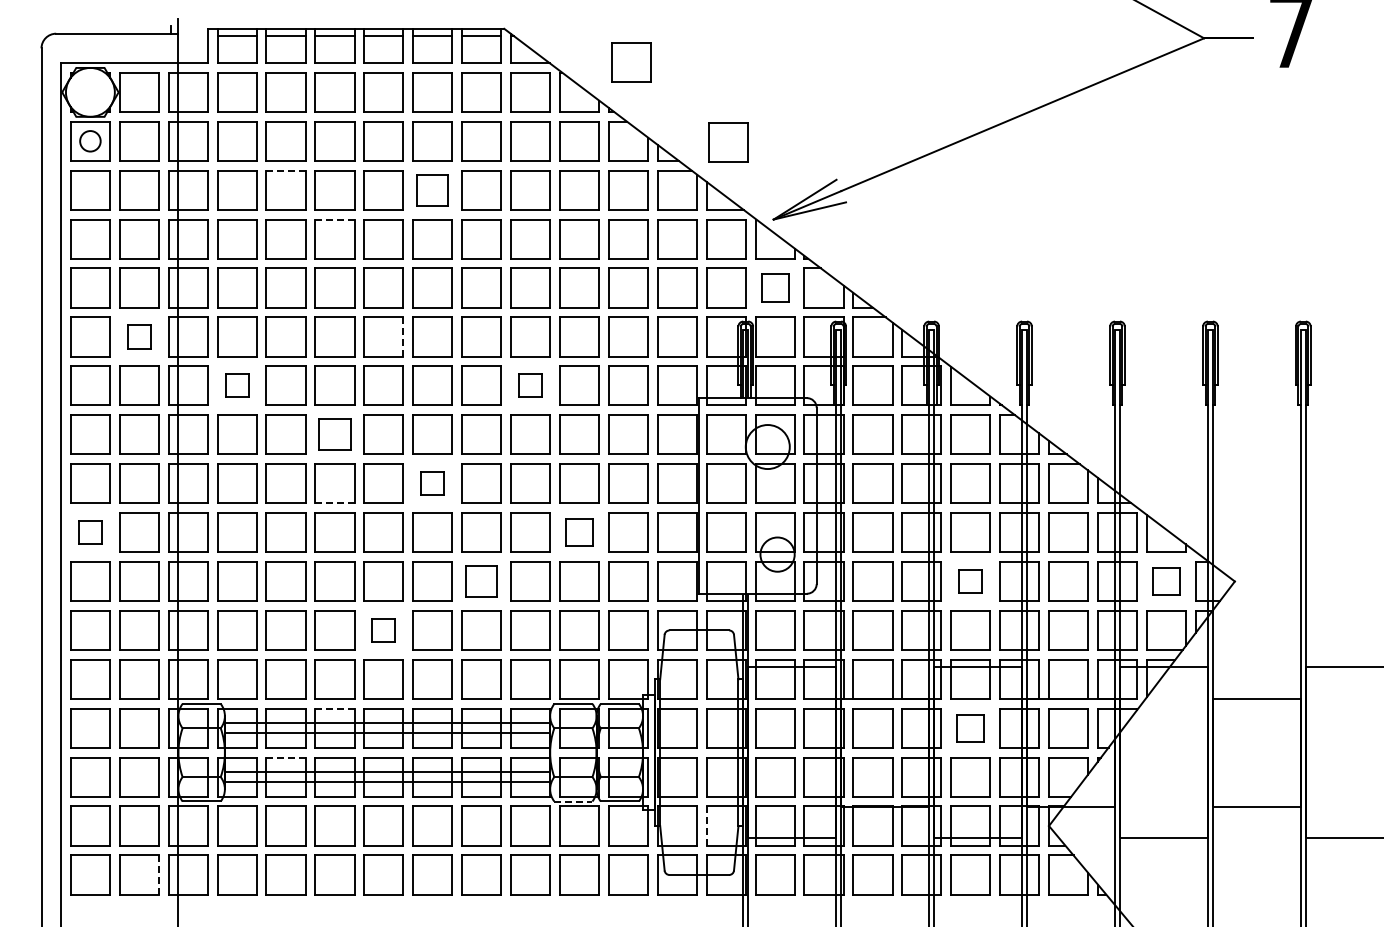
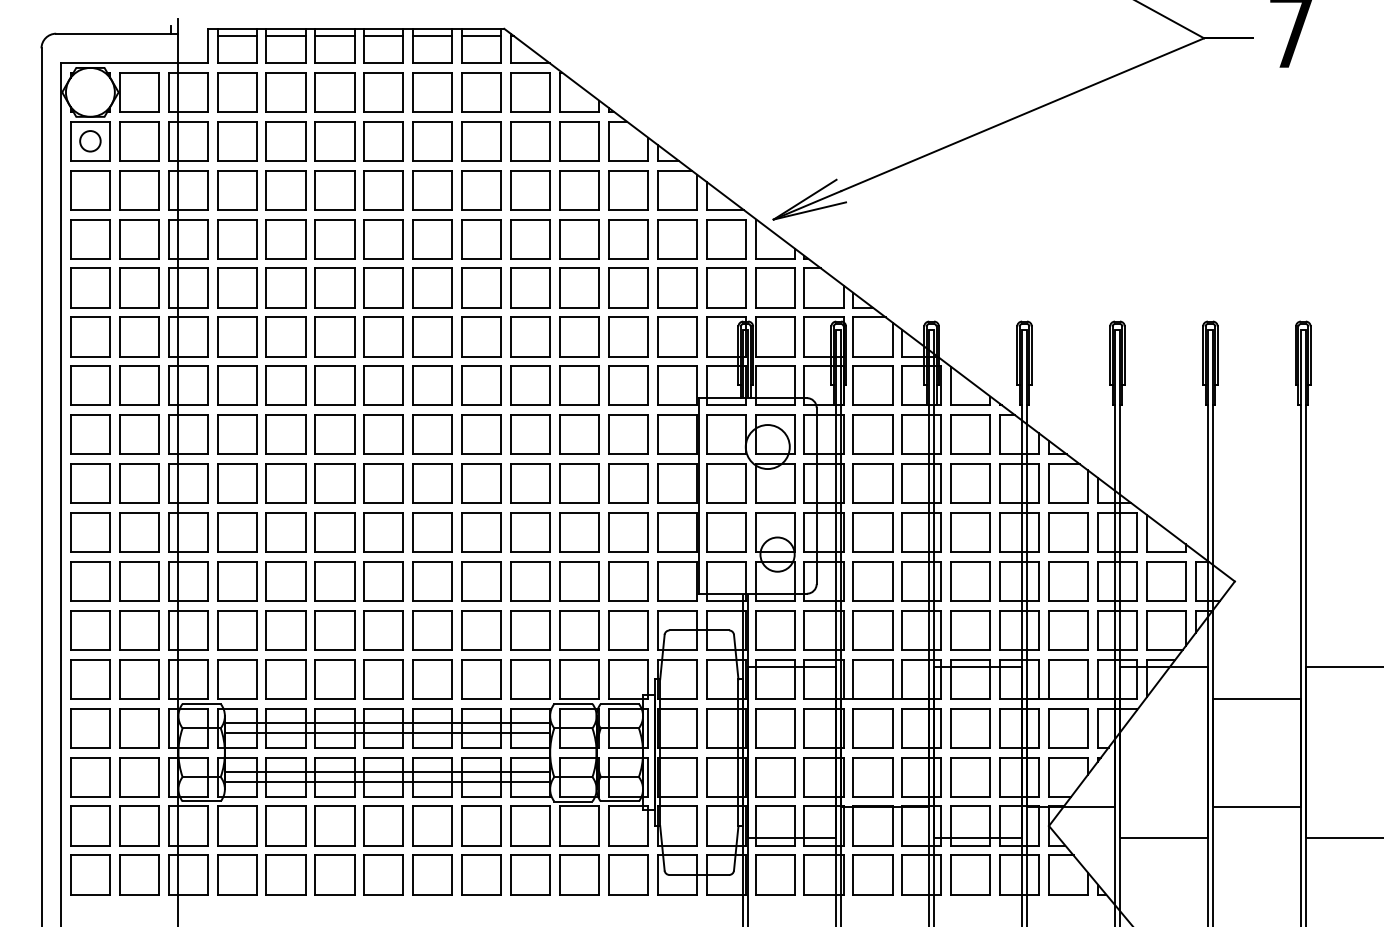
part at (631, 62): present -> none
part at (728, 142): present -> none
line at (286, 170): dashed -> solid
part at (432, 190) size: 33x33 px -> 41x41 px
line at (334, 219): dashed -> solid
part at (775, 287) size: 29x30 px -> 41x42 px
part at (139, 336) size: 25x26 px -> 41x42 px
line at (403, 336): dashed -> solid
part at (237, 385) size: 25x25 px -> 41x41 px
part at (530, 385) size: 25x25 px -> 41x41 px
part at (334, 434) size: 34x33 px -> 42x41 px
part at (432, 483) size: 25x25 px -> 41x41 px
line at (334, 503): dashed -> solid
part at (90, 532) size: 25x25 px -> 41x41 px
part at (579, 532) size: 29x29 px -> 41x41 px
part at (481, 581) size: 33x33 px -> 41x41 px
part at (970, 581) size: 25x25 px -> 41x41 px
part at (1166, 581) size: 29x29 px -> 41x41 px
part at (383, 630) size: 25x25 px -> 41x41 px
line at (334, 708): dashed -> solid
part at (970, 728) size: 29x29 px -> 41x41 px
line at (286, 757): dashed -> solid
line at (573, 801): dashed -> solid
line at (706, 826): dashed -> solid
line at (158, 874): dashed -> solid
